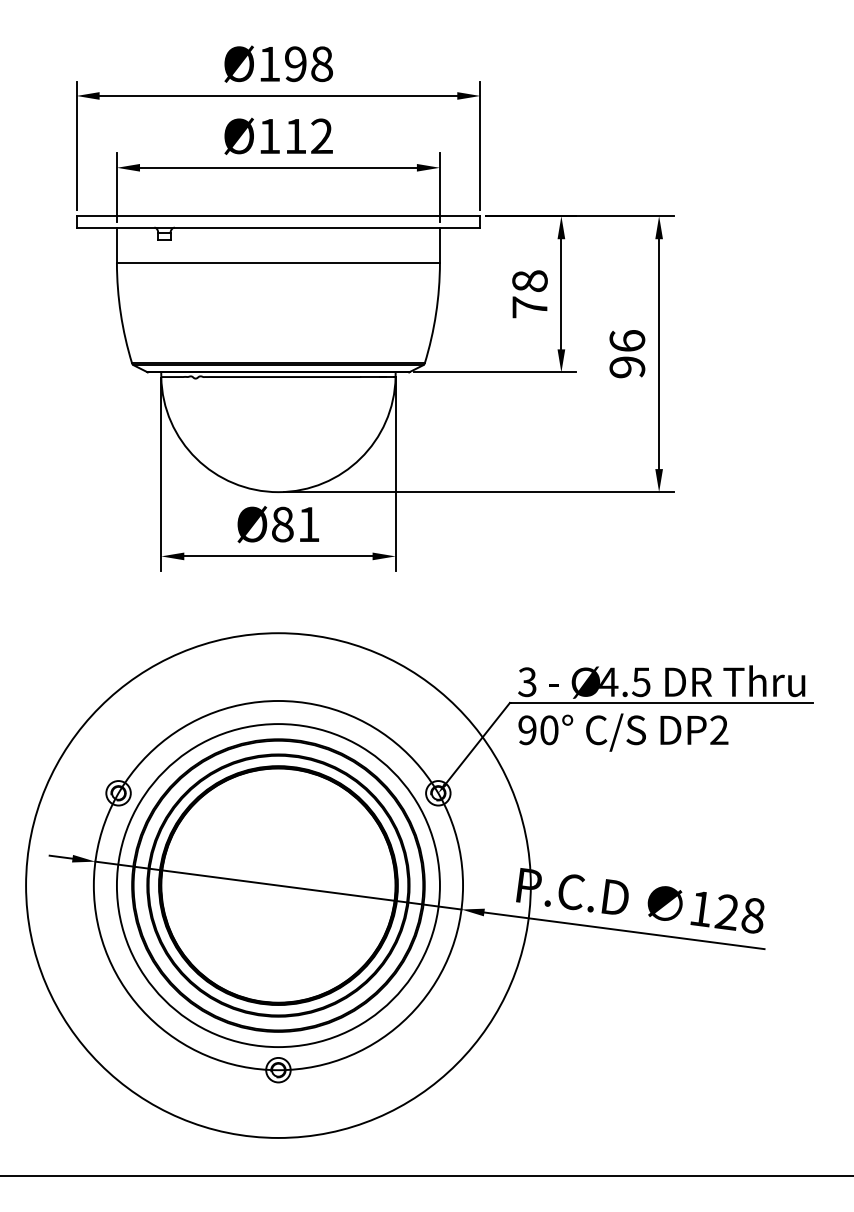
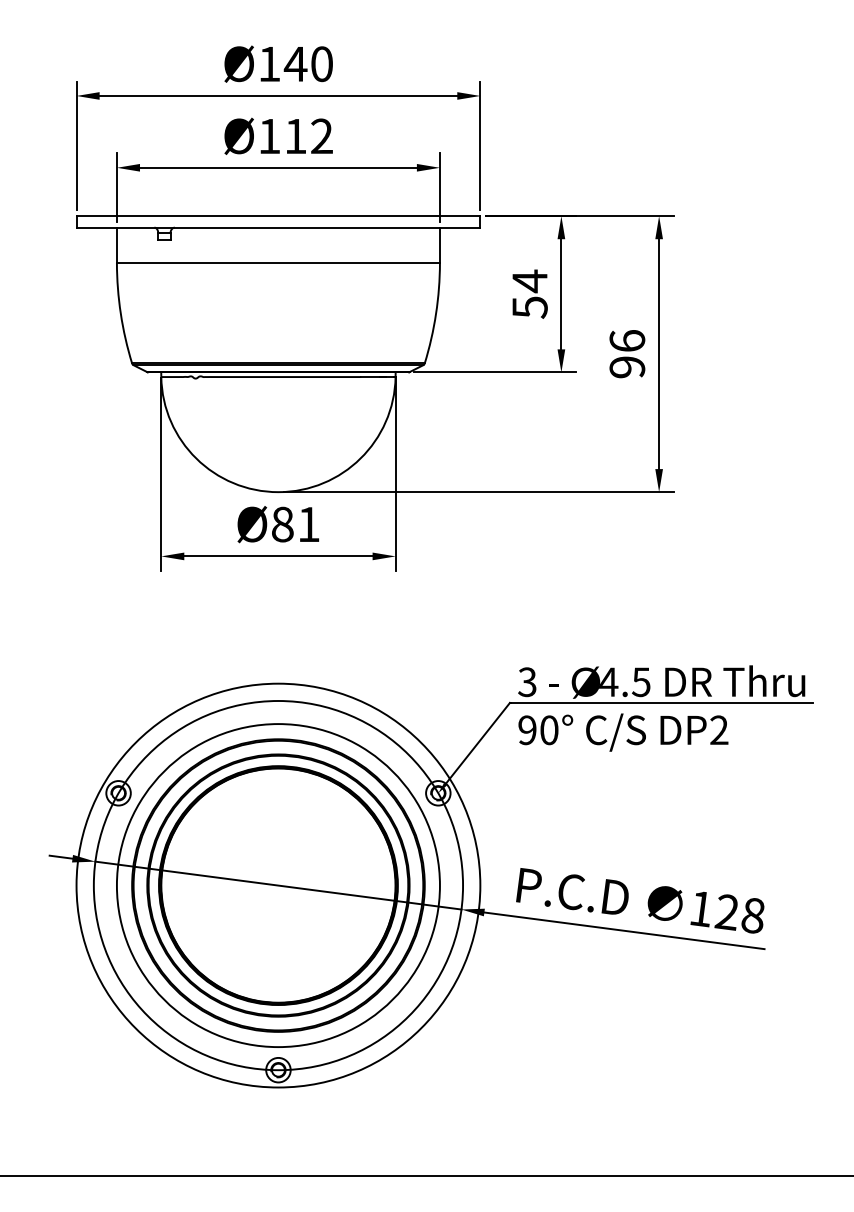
text at (308, 64): 198 -> 140
text at (529, 293): 78 -> 54
circle at (278, 885) diameter: 505 px -> 404 px
